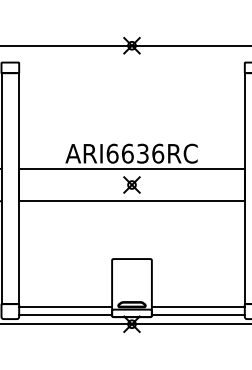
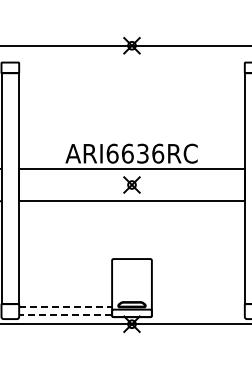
line at (65, 307): solid -> dashed
line at (197, 307): present -> none
line at (65, 315): solid -> dashed
line at (197, 315): present -> none
